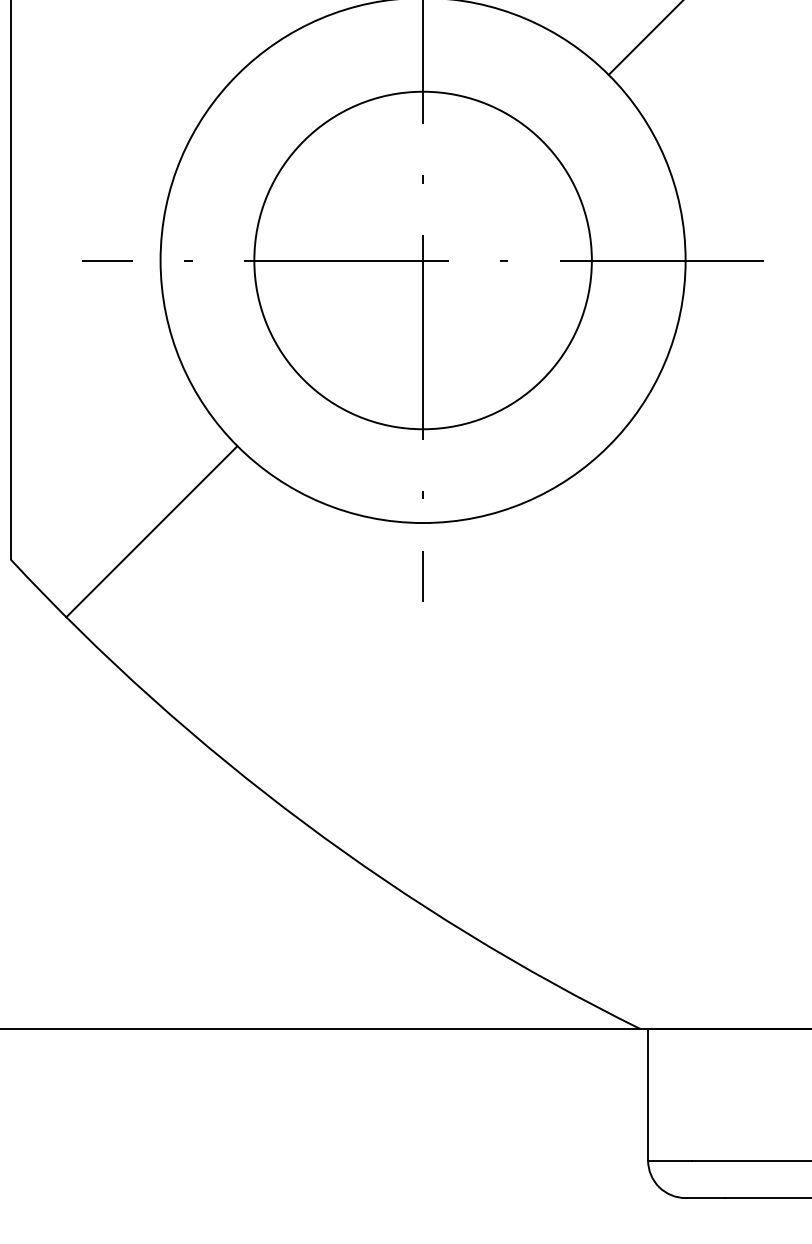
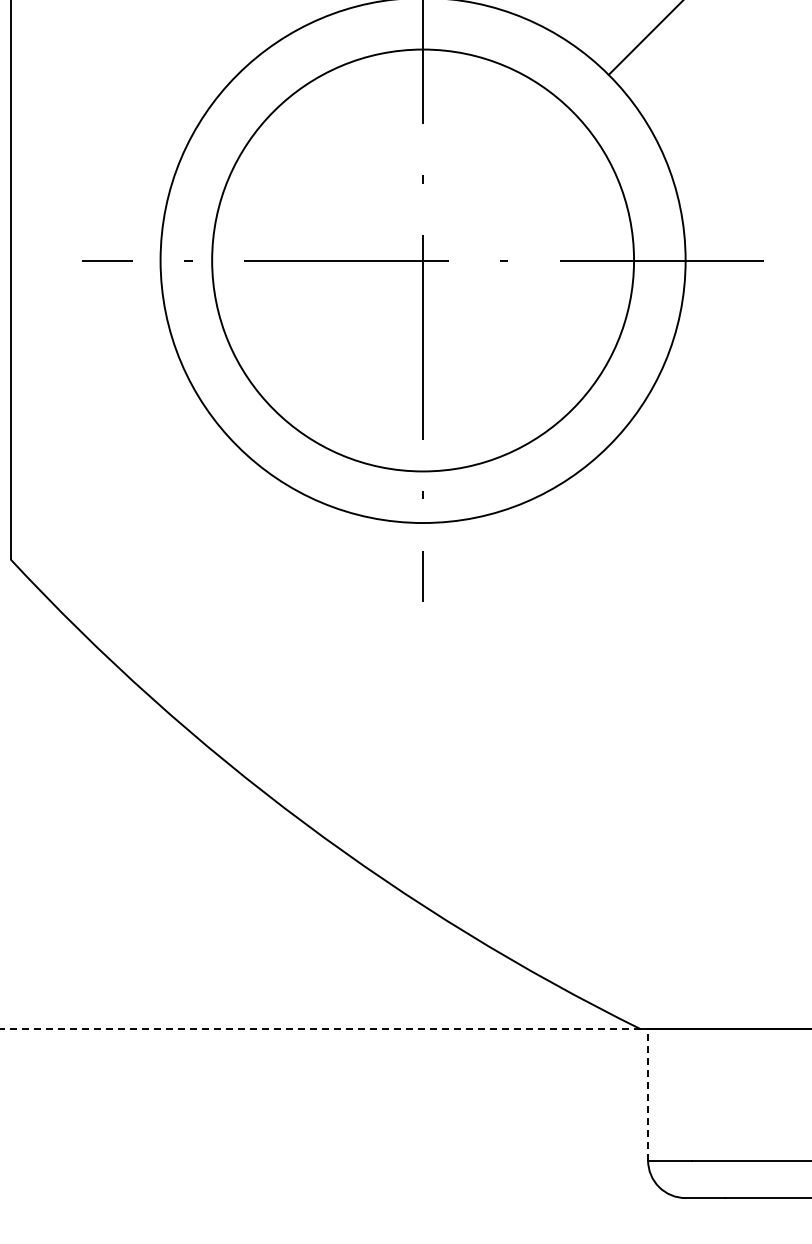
circle at (422, 260) diameter: 338 px -> 422 px
line at (151, 531): present -> none
line at (320, 1029): solid -> dashed
line at (648, 1094): solid -> dashed
